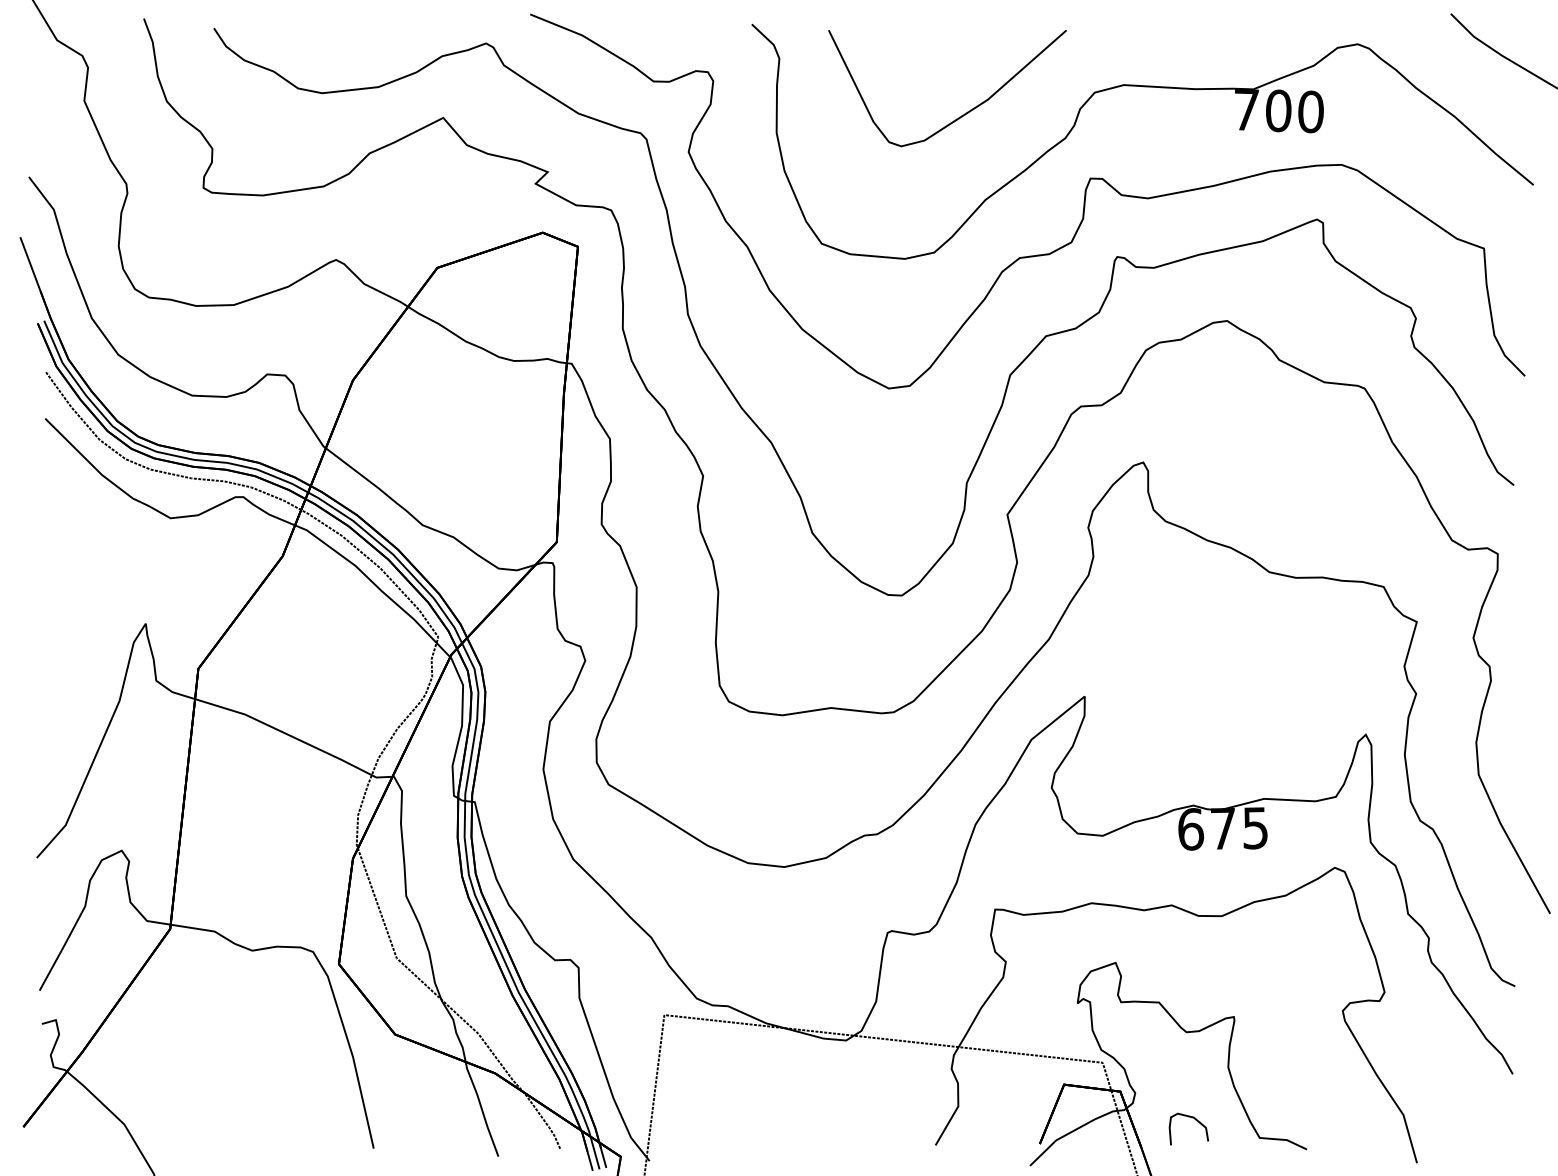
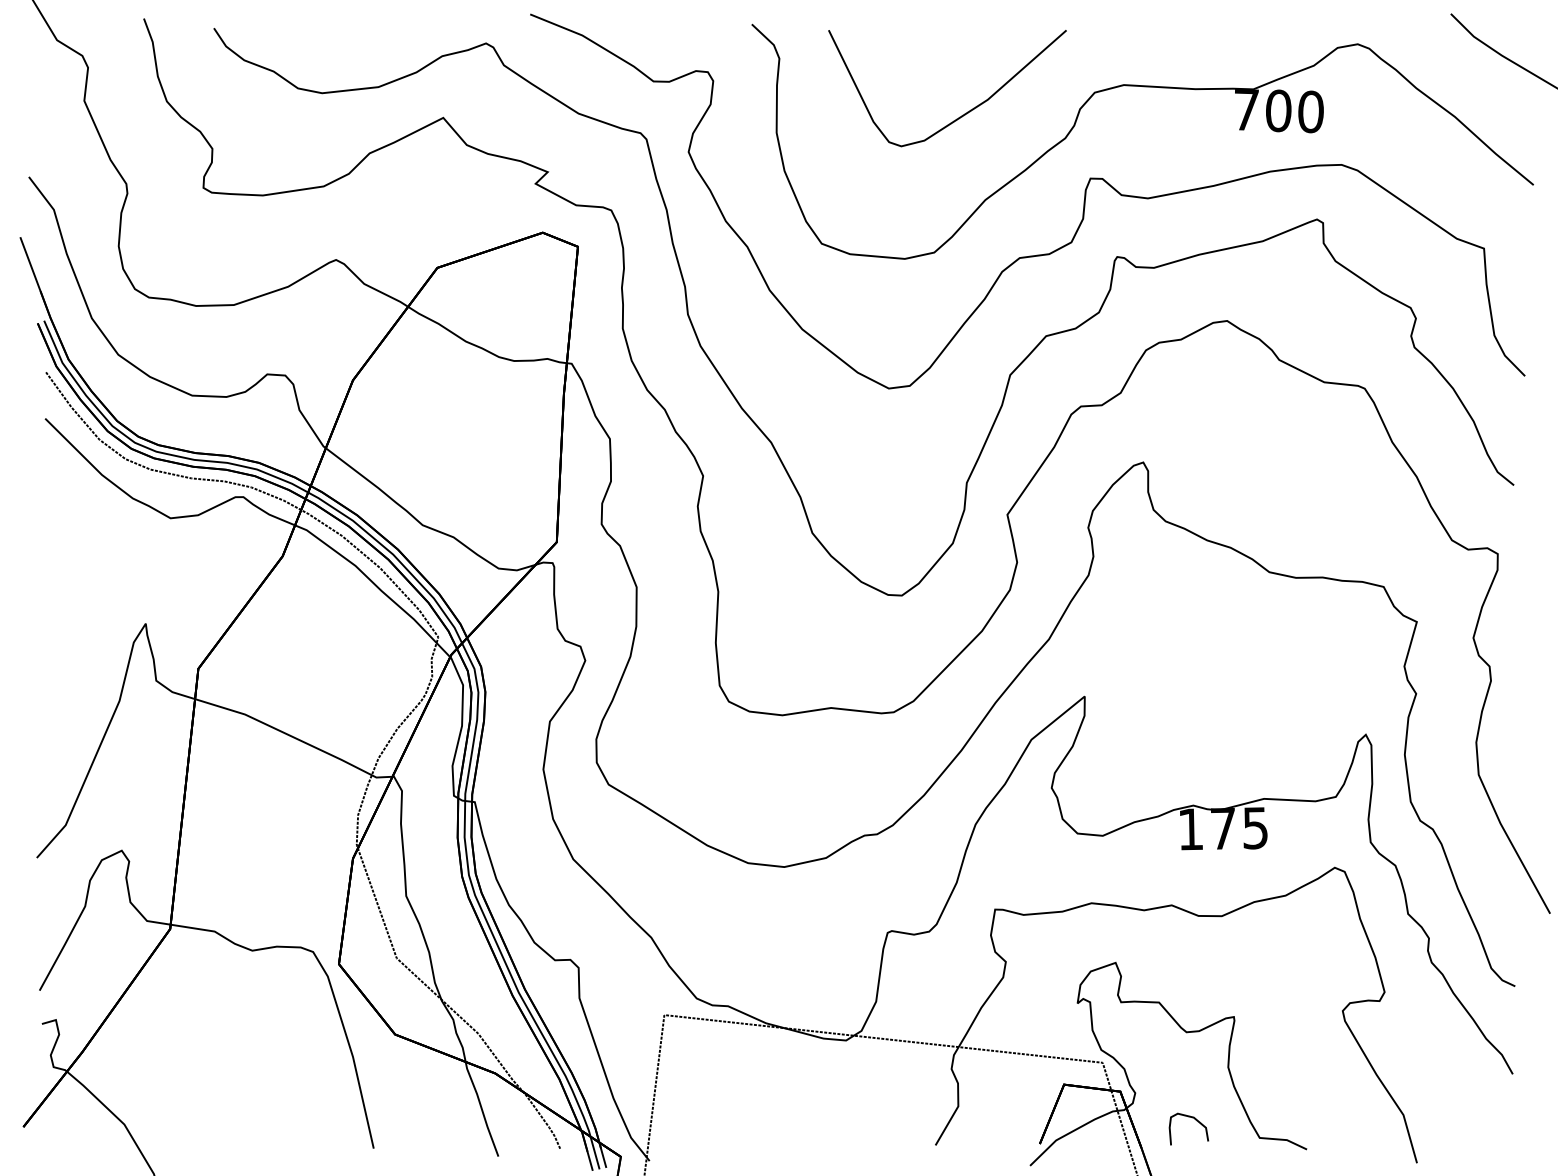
text at (1191, 829): 675 -> 175
